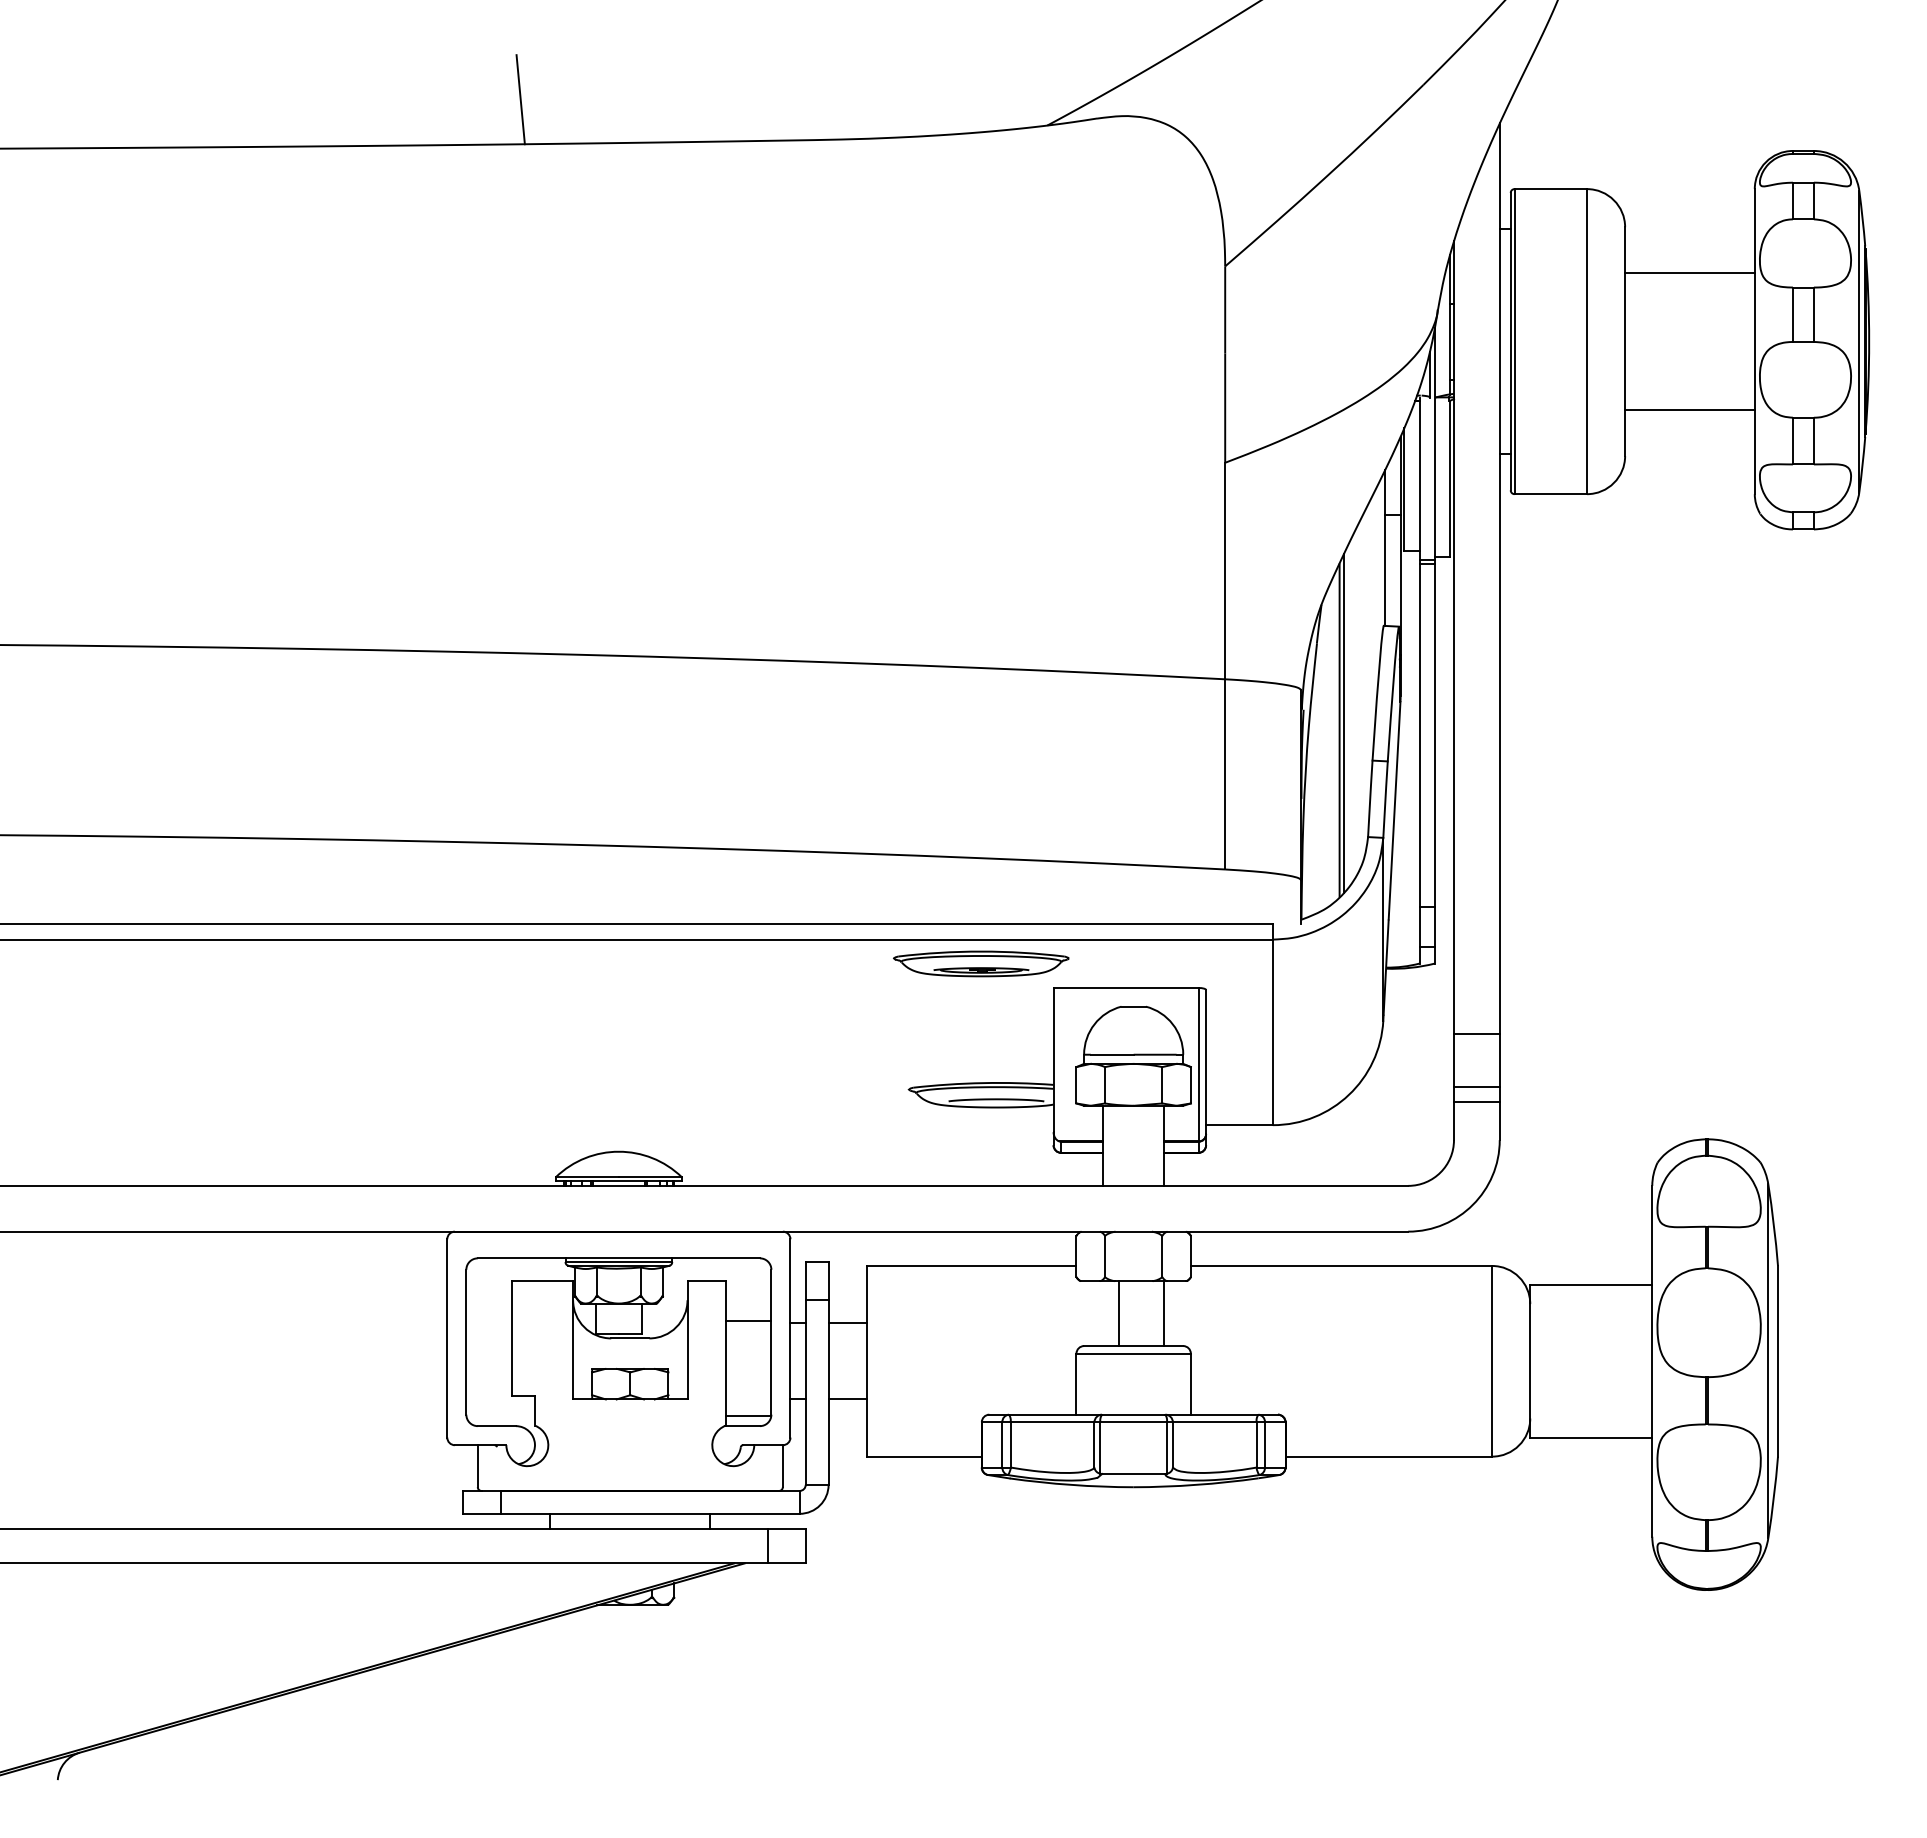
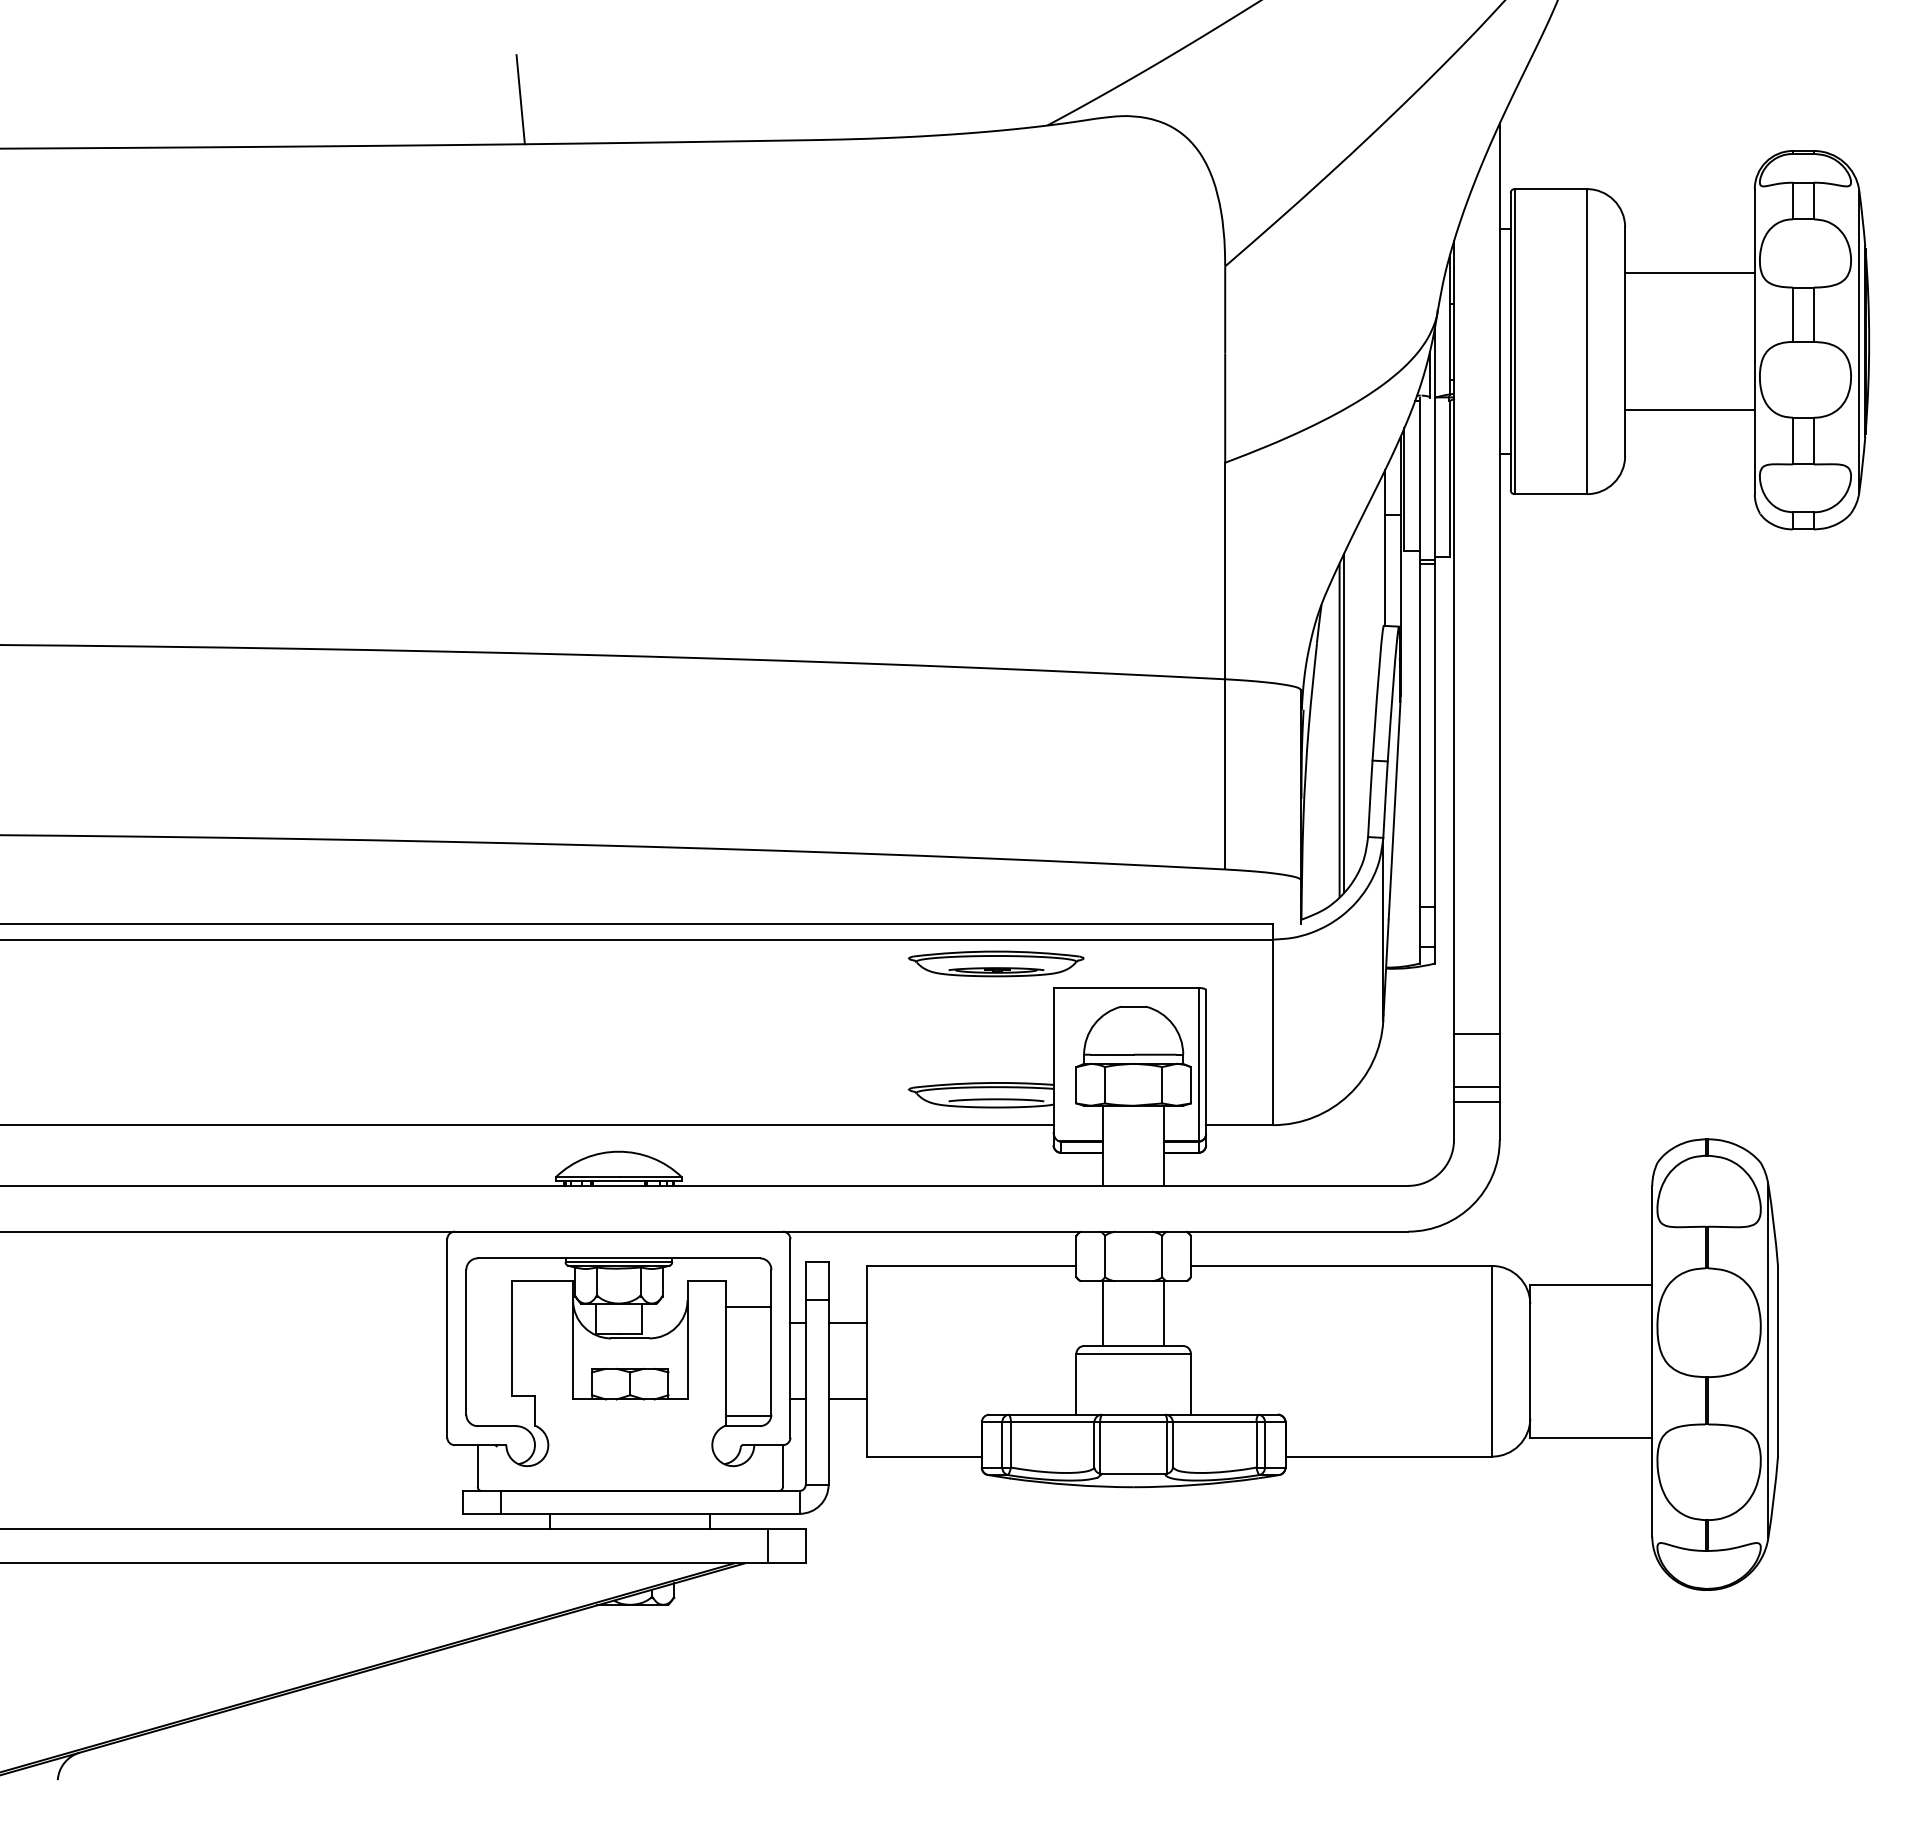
part at (981, 963) position: (981, 963) -> (996, 963)
line at (527, 1125): none -> present
line at (1119, 1313) position: (1119, 1313) -> (1103, 1313)
line at (748, 1321) position: (748, 1321) -> (748, 1307)
